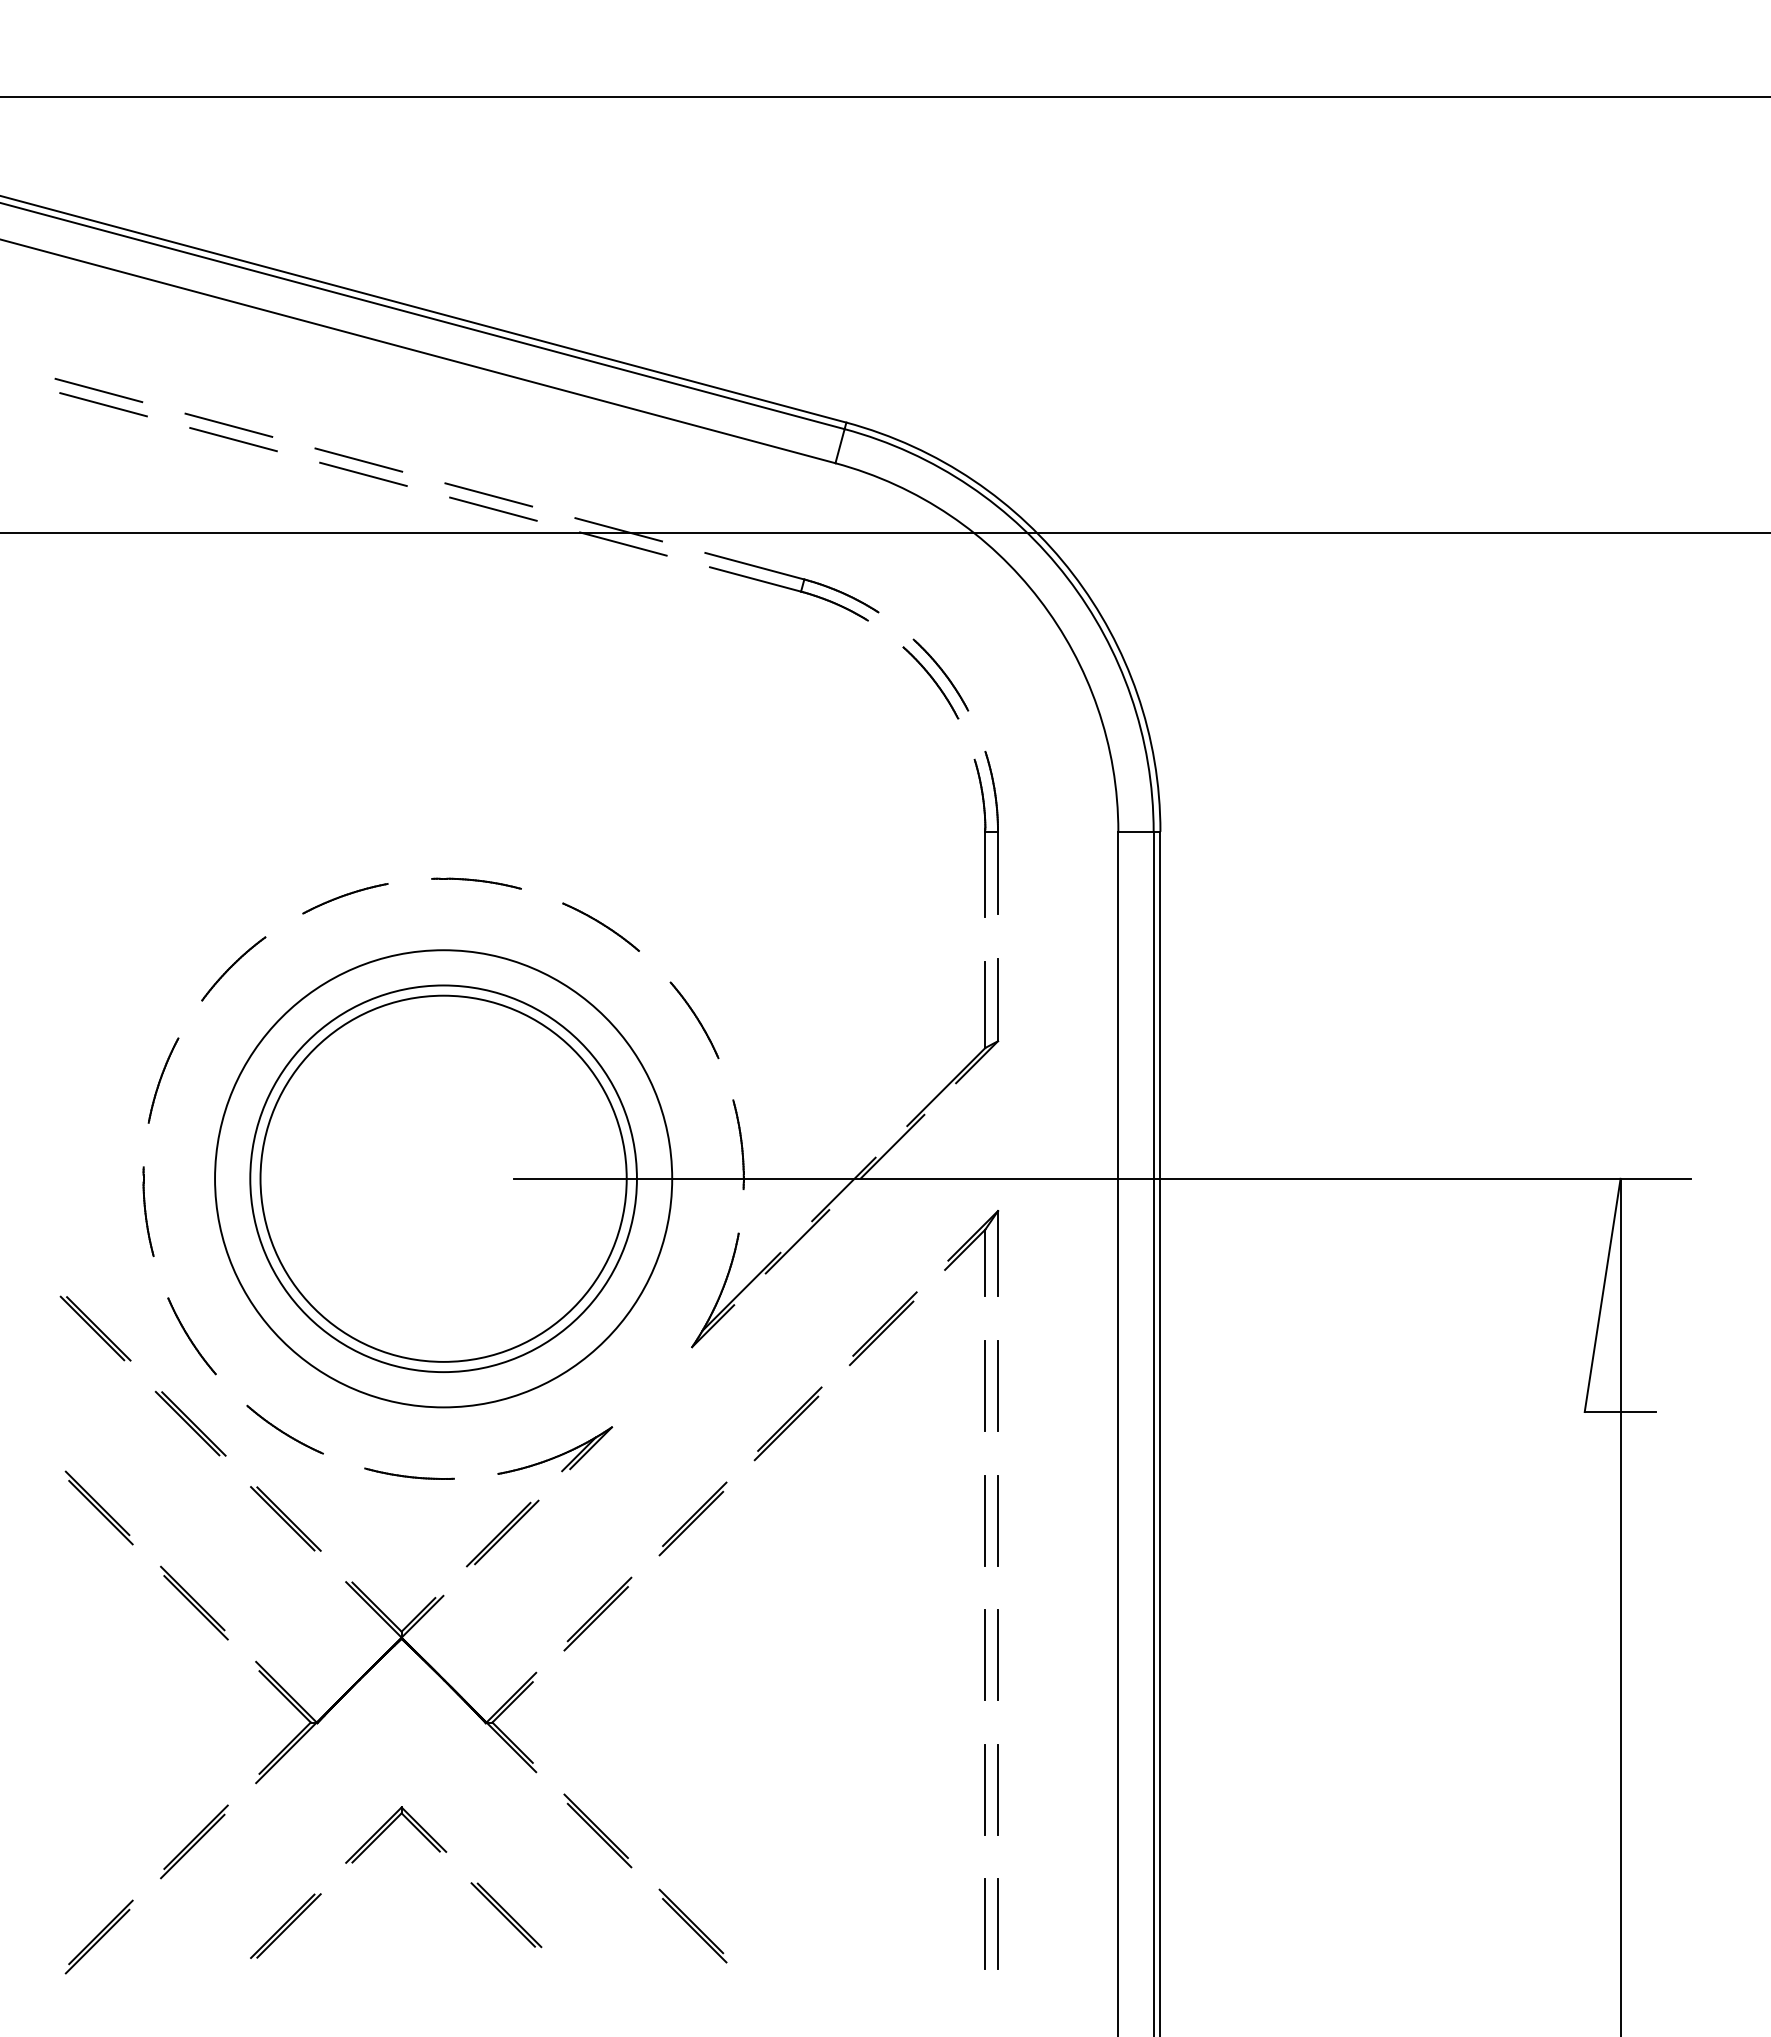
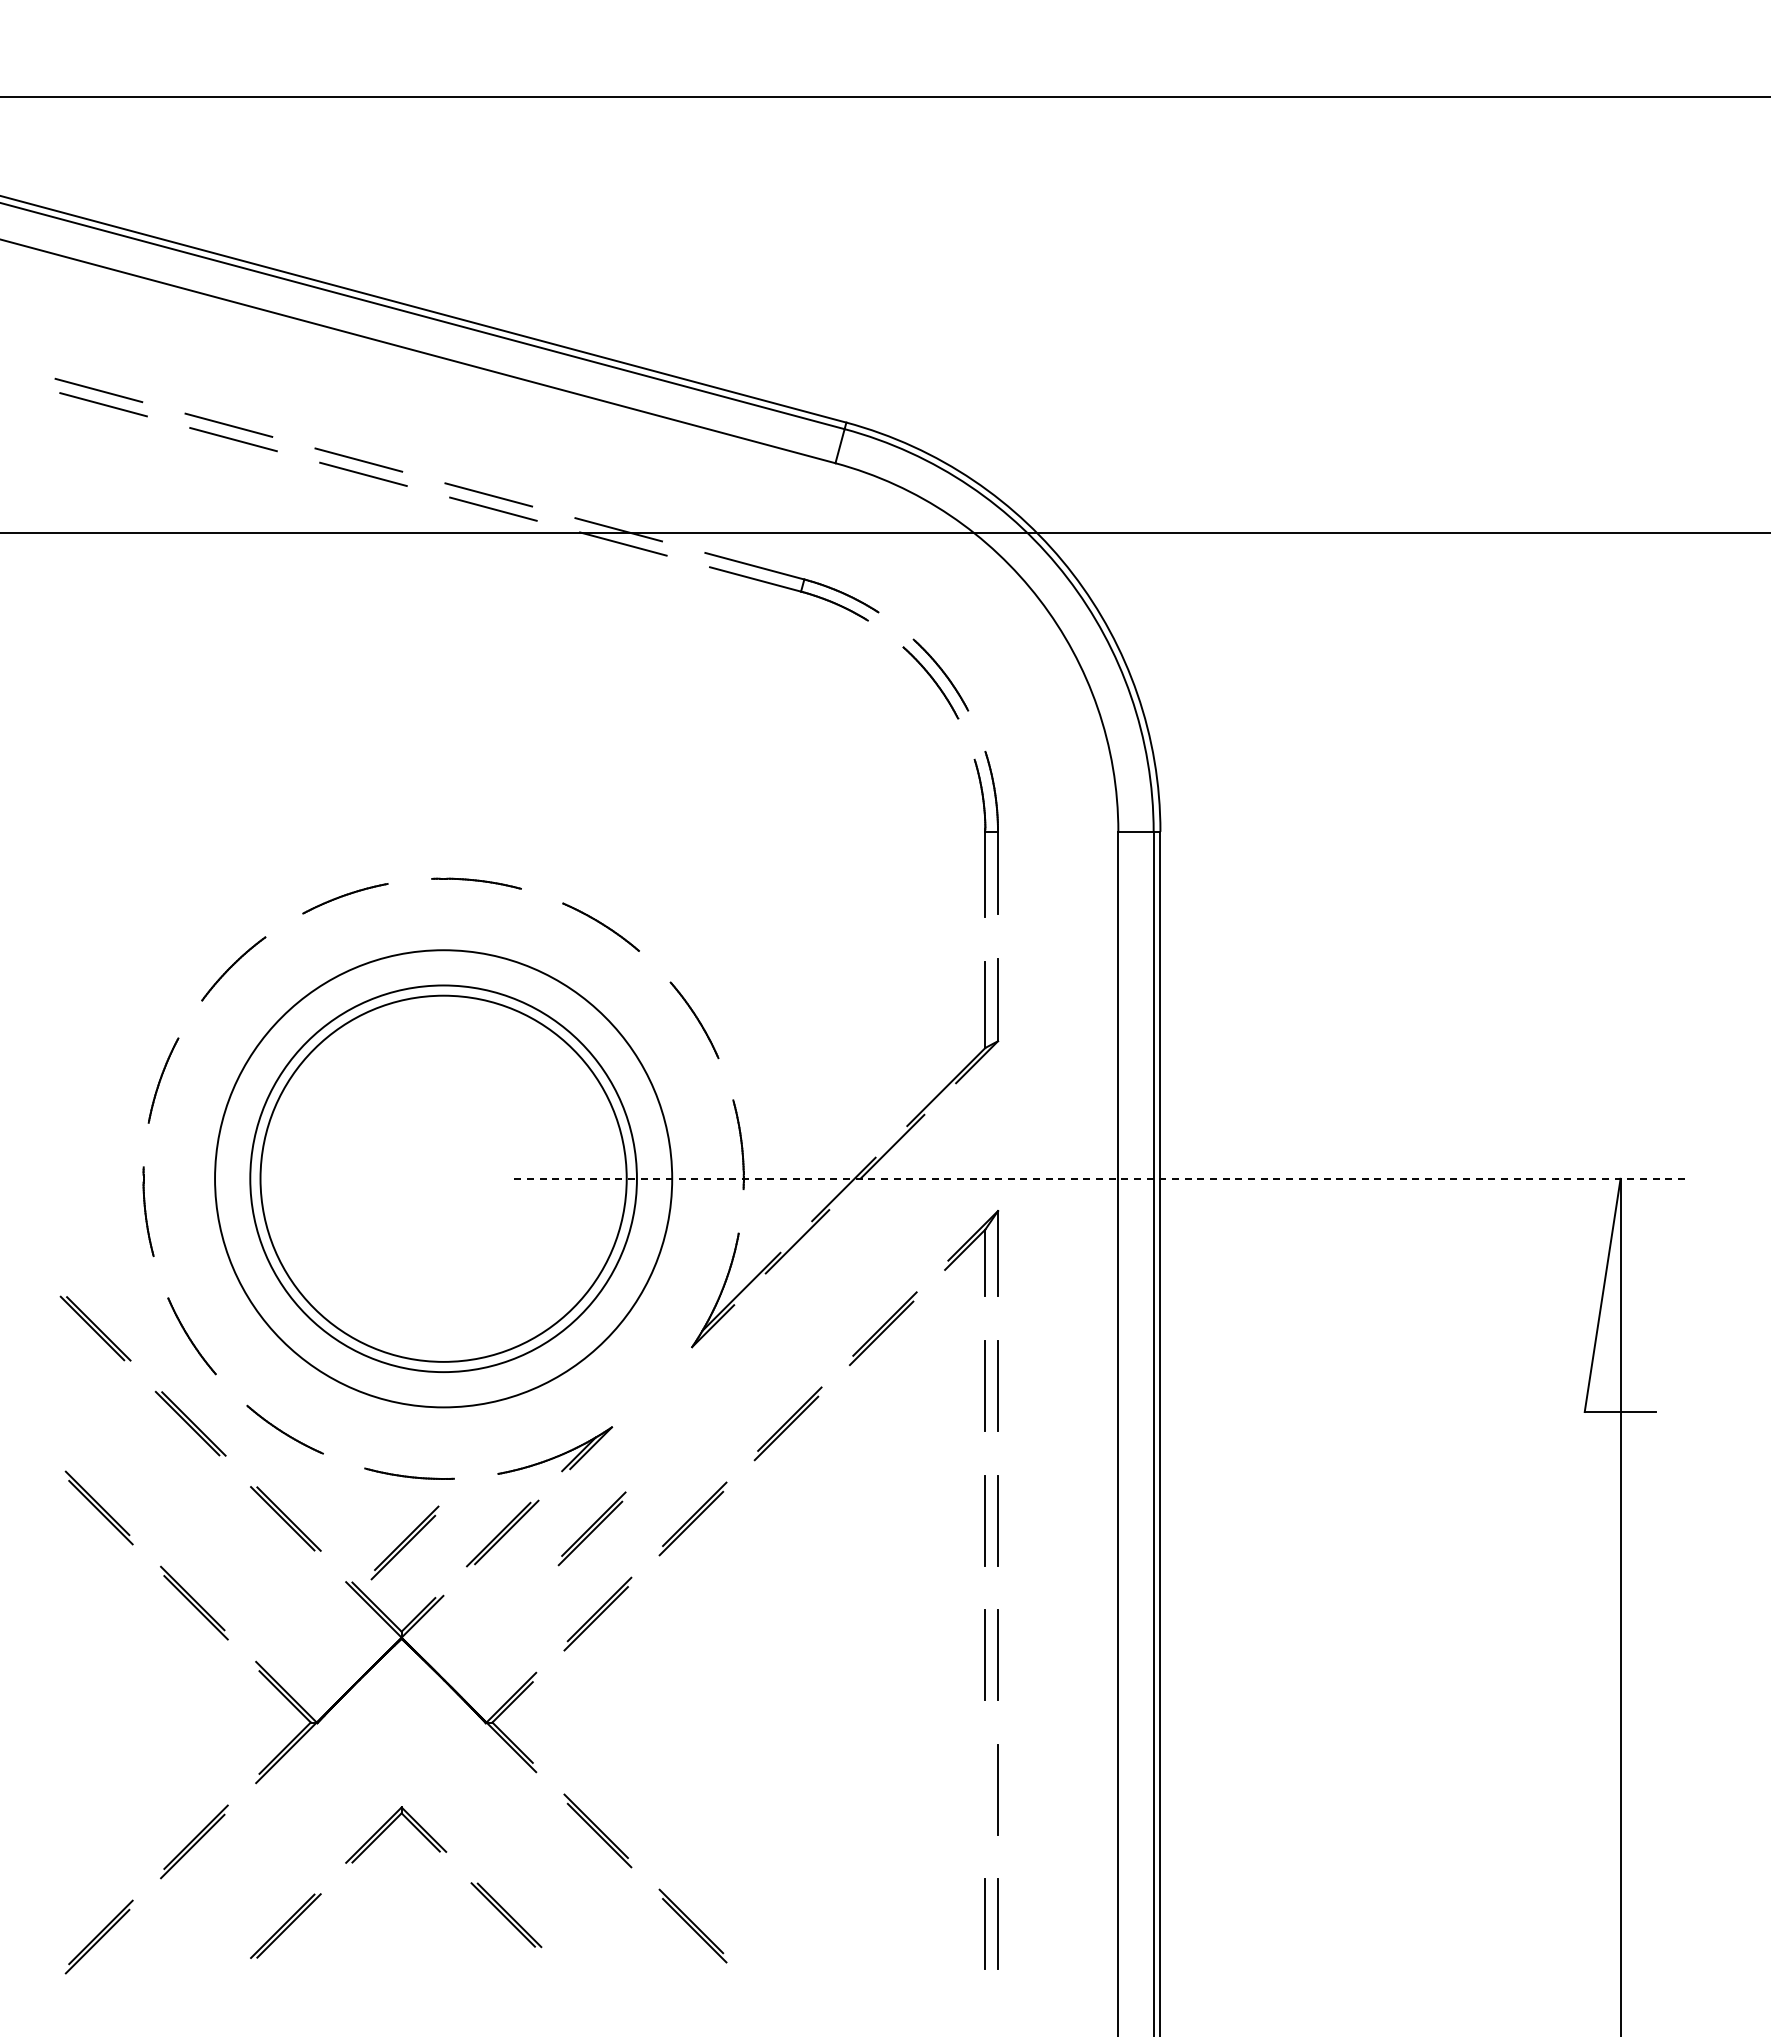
line at (1103, 1178): solid -> dashed
part at (591, 1528): none -> present
part at (404, 1542): none -> present
line at (985, 1789): present -> none
